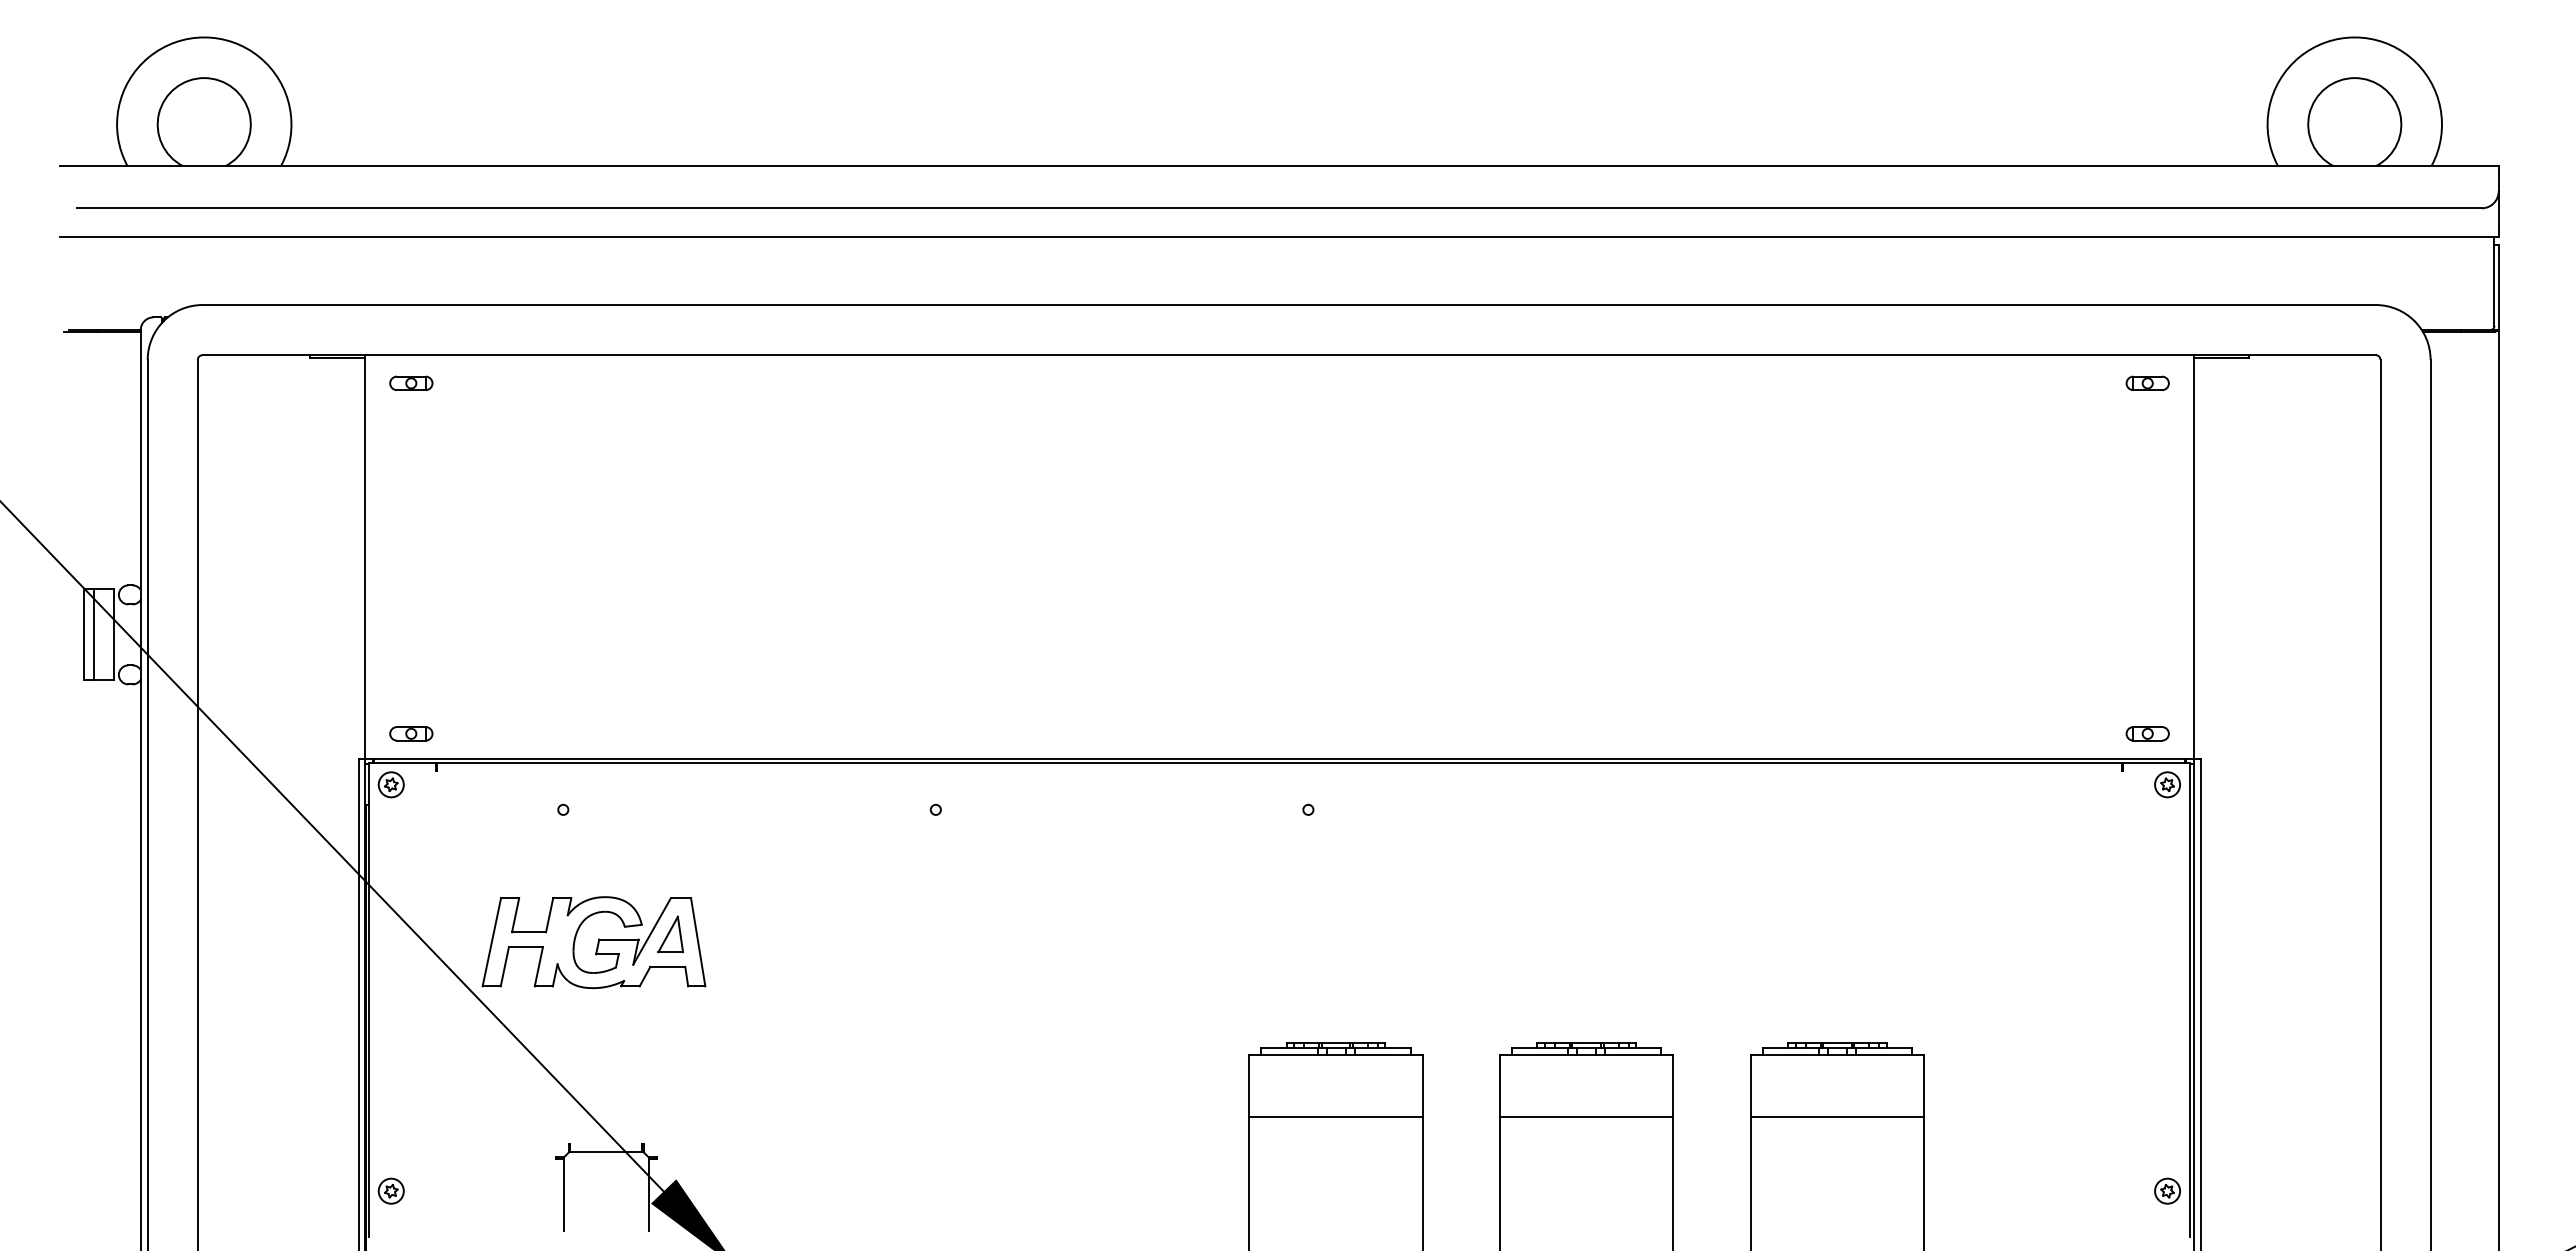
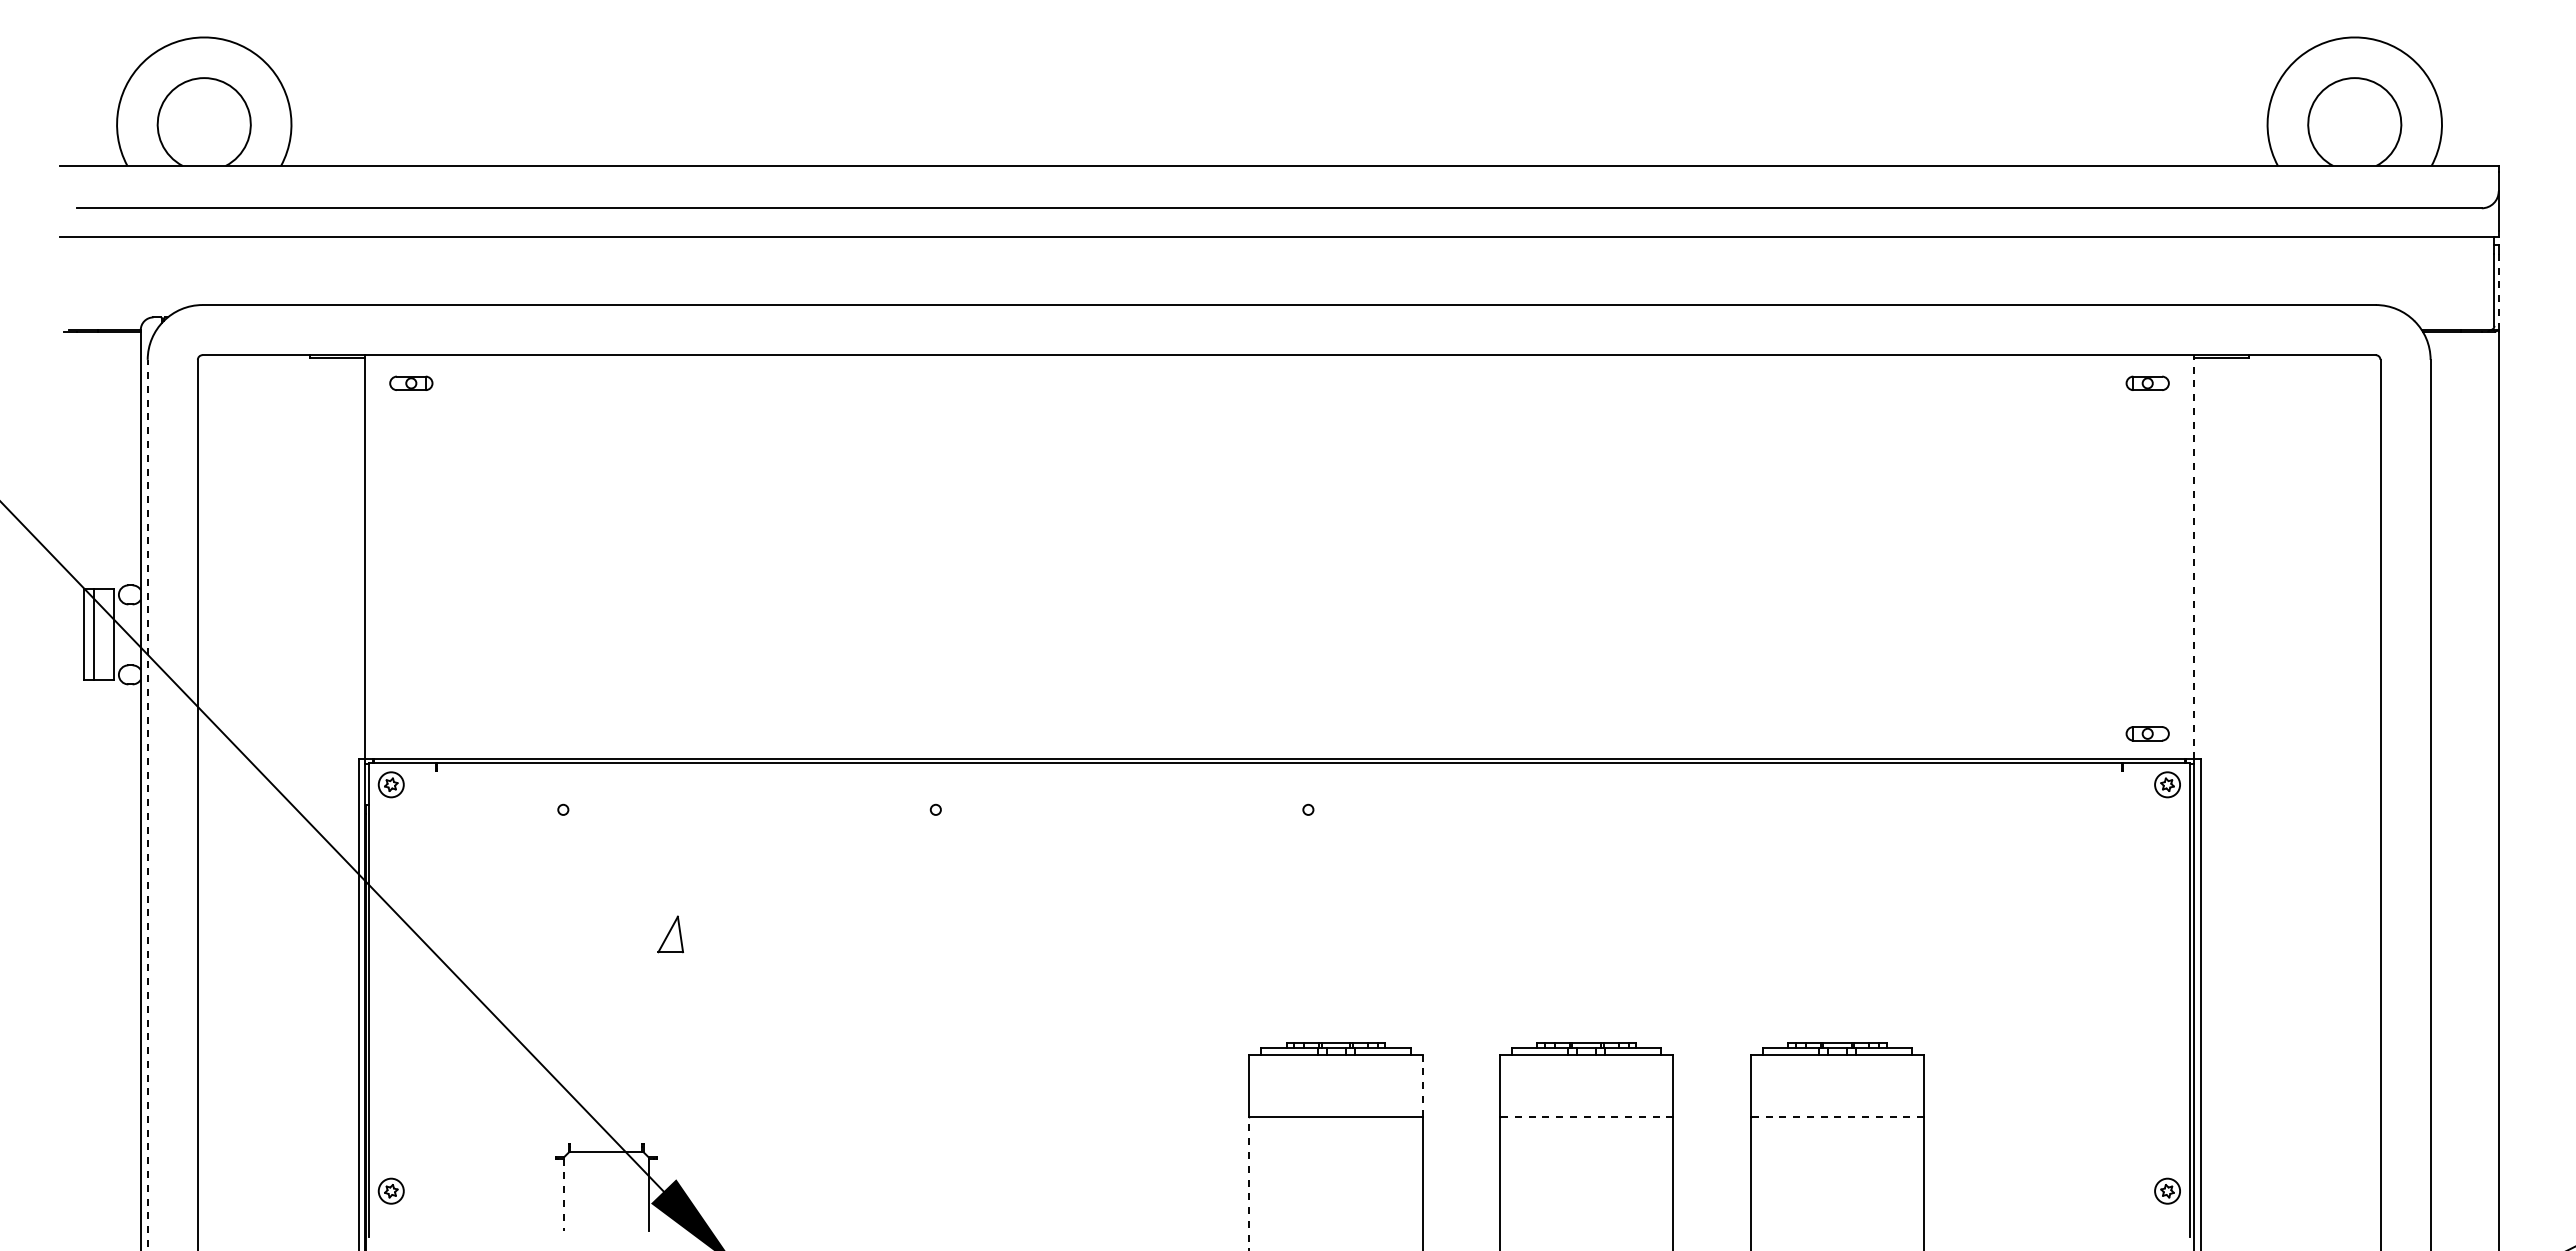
line at (2498, 291): solid -> dashed
line at (2193, 556): solid -> dashed
part at (411, 733): present -> none
line at (147, 804): solid -> dashed
part at (593, 942): present -> none
line at (1422, 1085): solid -> dashed
line at (1586, 1116): solid -> dashed
line at (1837, 1116): solid -> dashed
line at (1249, 1183): solid -> dashed
line at (564, 1195): solid -> dashed
